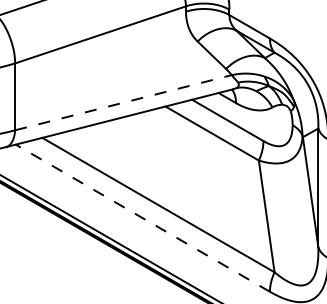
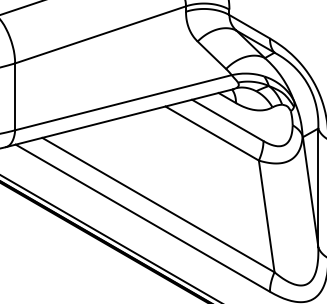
line at (123, 102): dashed -> solid
line at (142, 218): dashed -> solid
